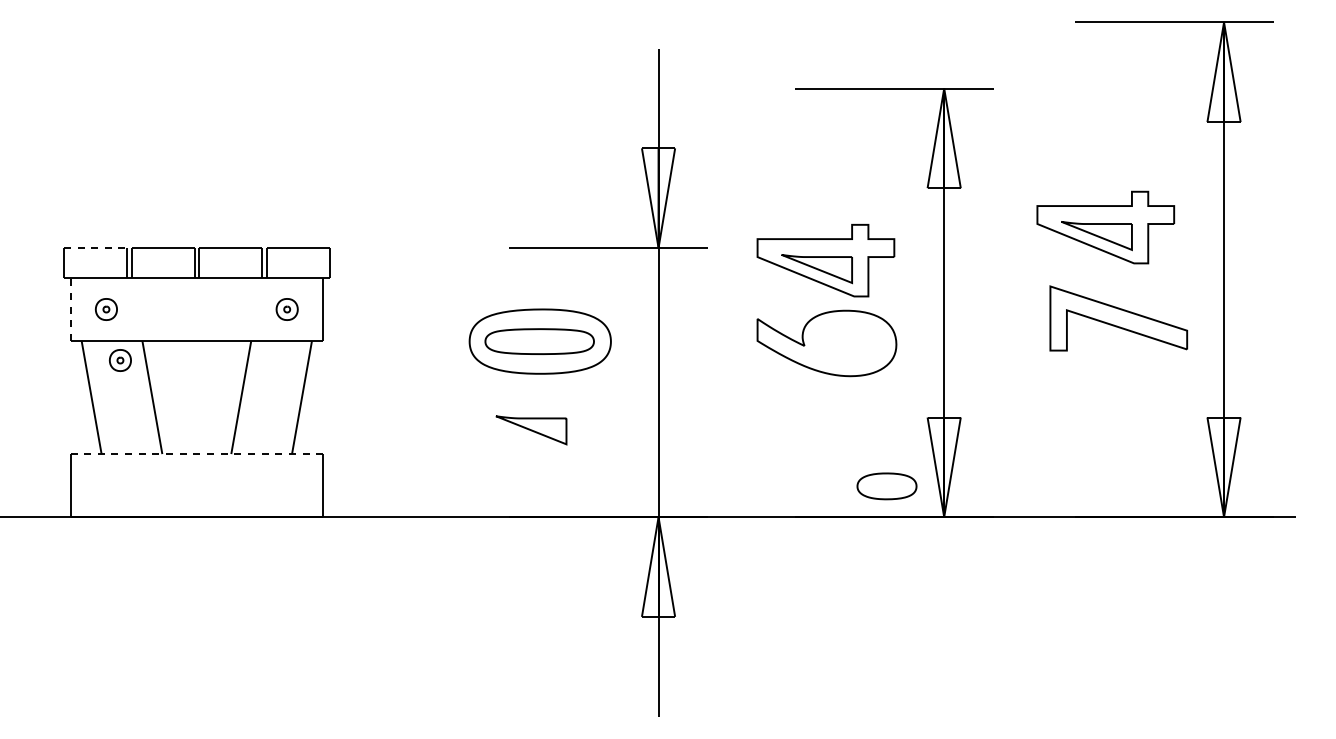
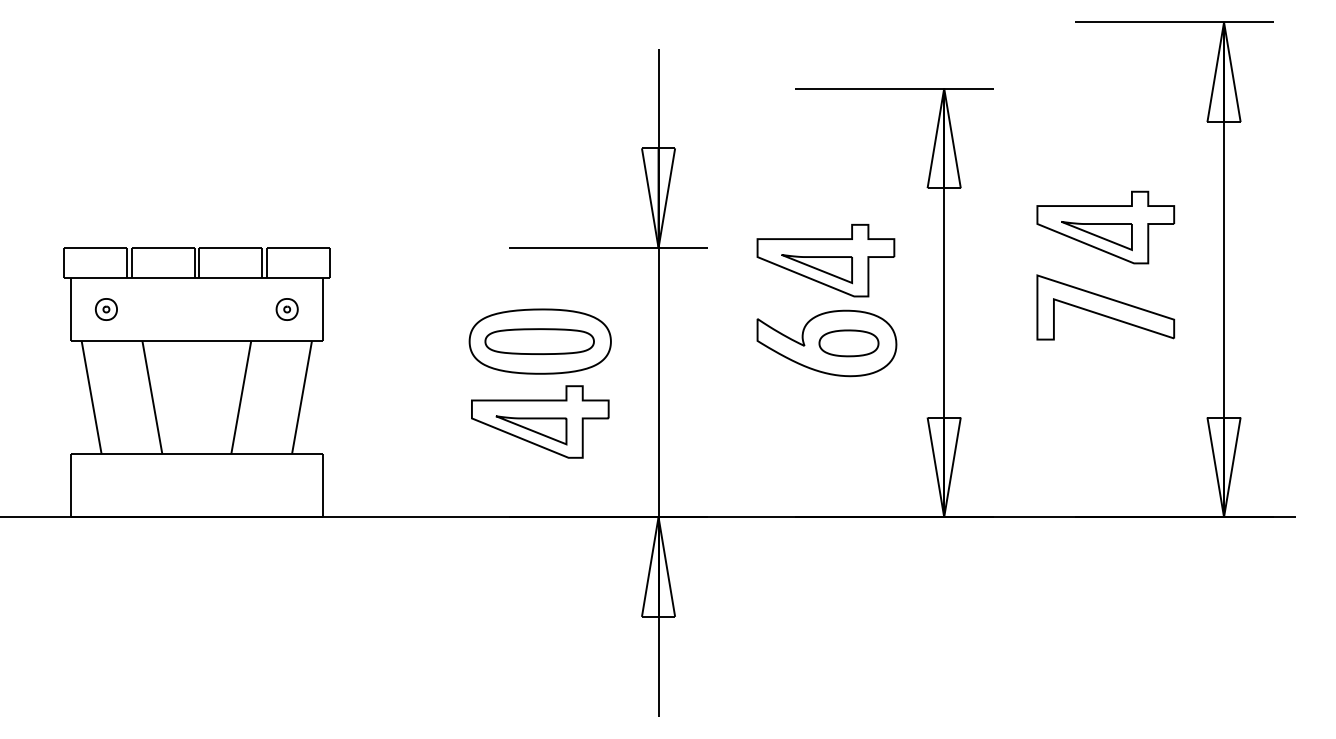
line at (95, 248): dashed -> solid
line at (70, 309): dashed -> solid
part at (1118, 318) position: (1118, 318) -> (1105, 307)
part at (119, 360): present -> none
part at (540, 421): none -> present
line at (197, 454): dashed -> solid
part at (886, 486) position: (886, 486) -> (848, 343)
